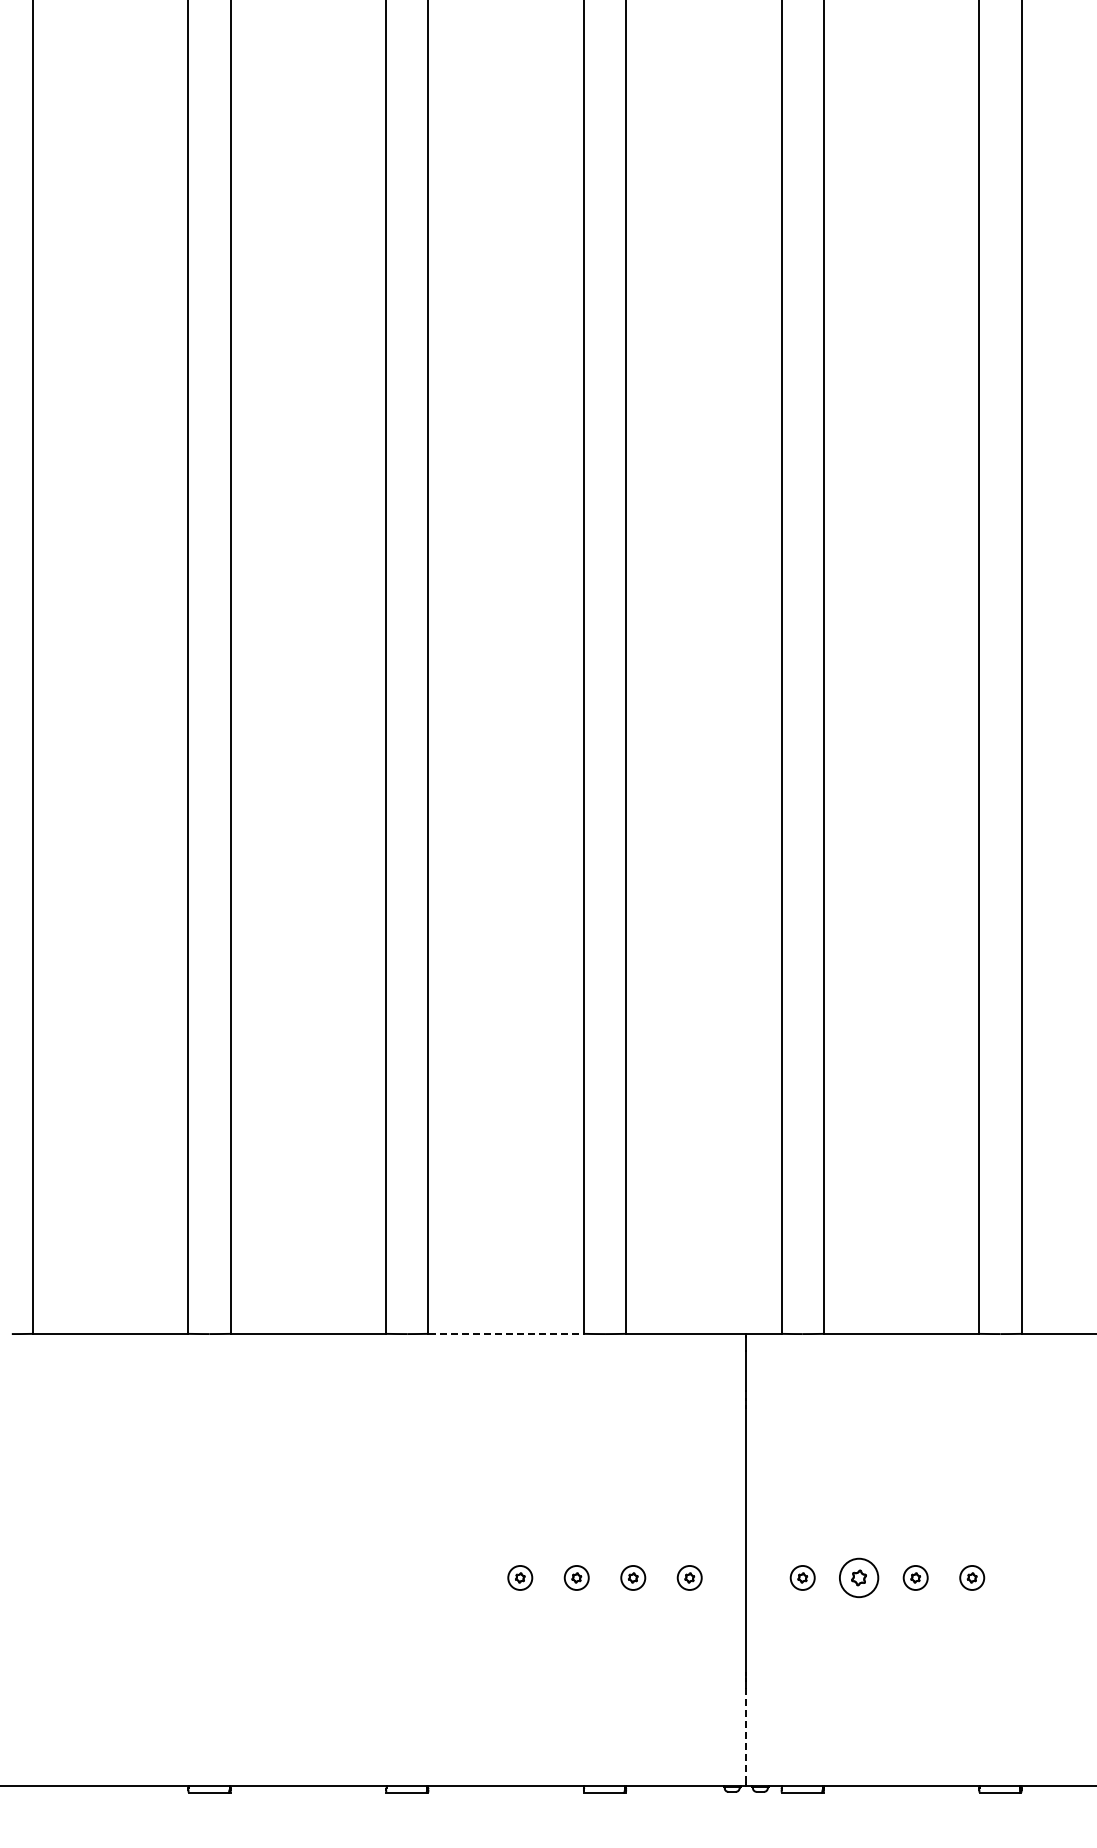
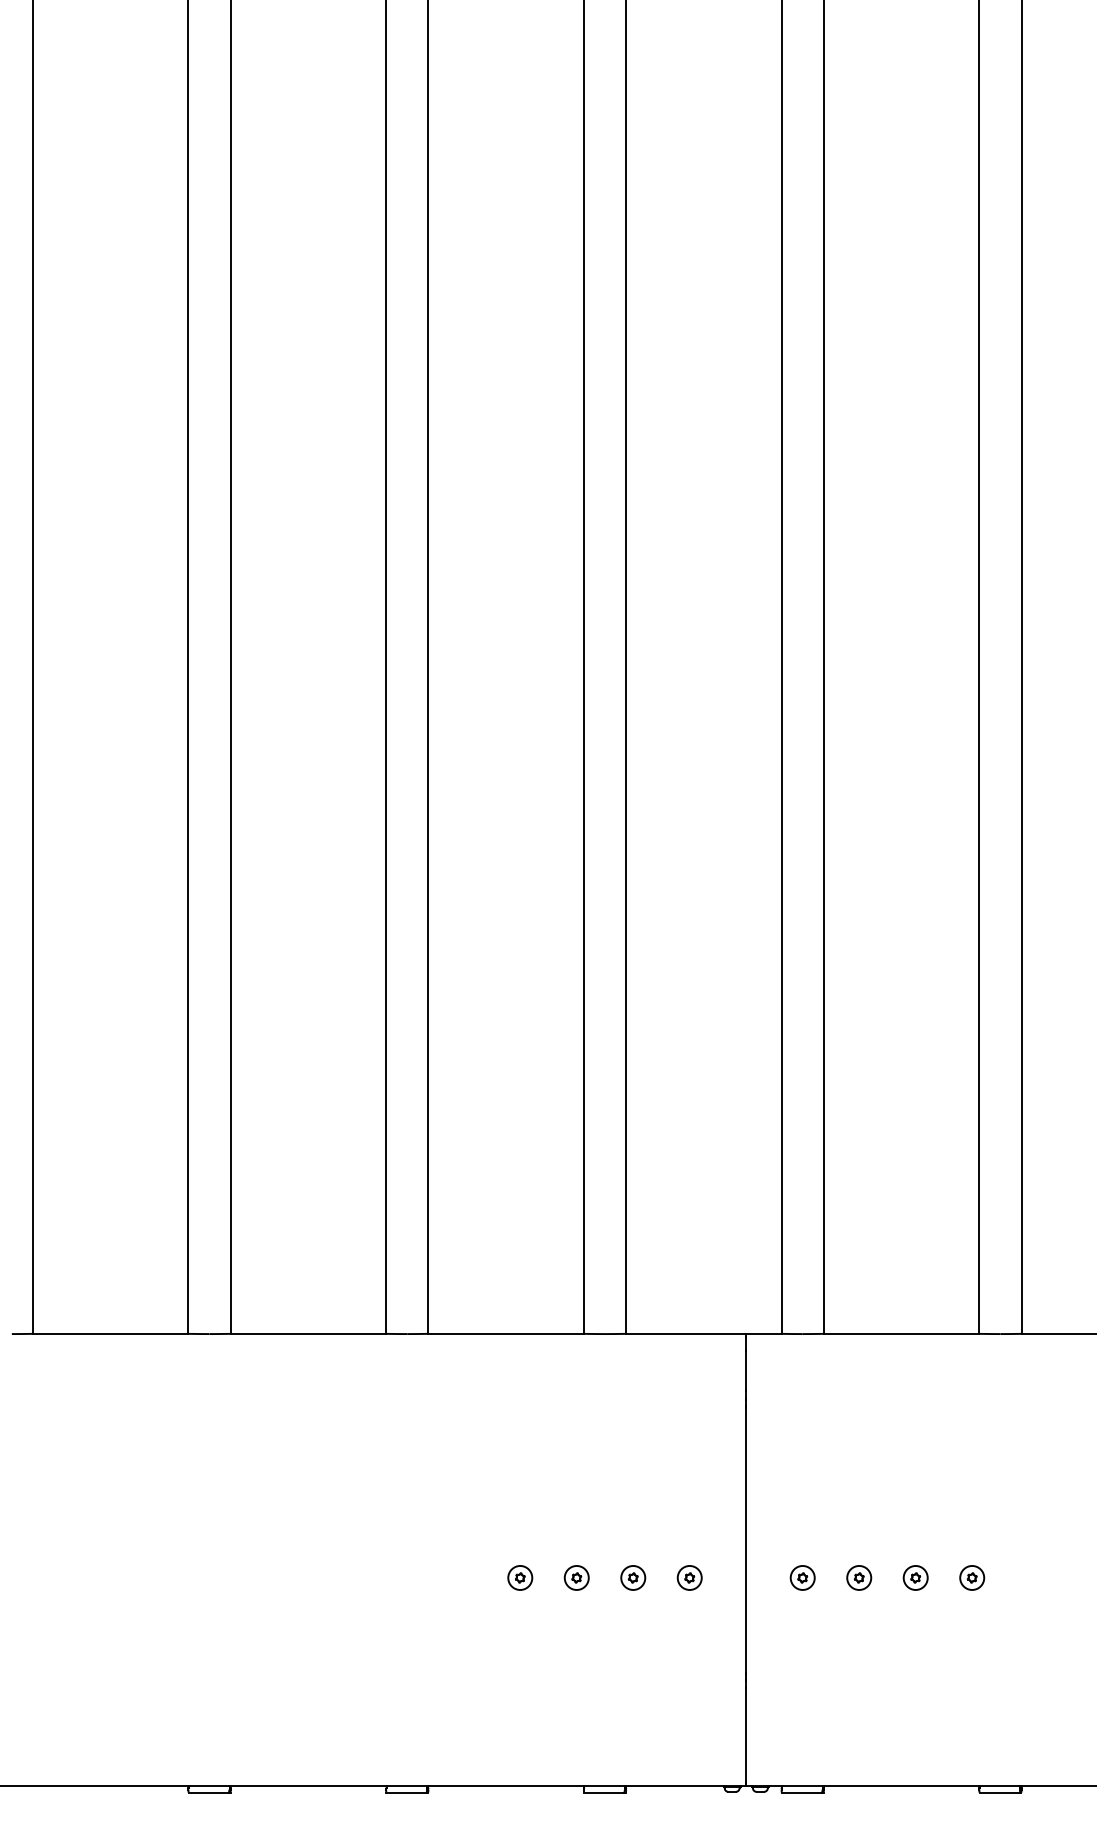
line at (506, 1333): dashed -> solid
part at (859, 1577) size: 41x42 px -> 27x26 px
line at (746, 1734): dashed -> solid
